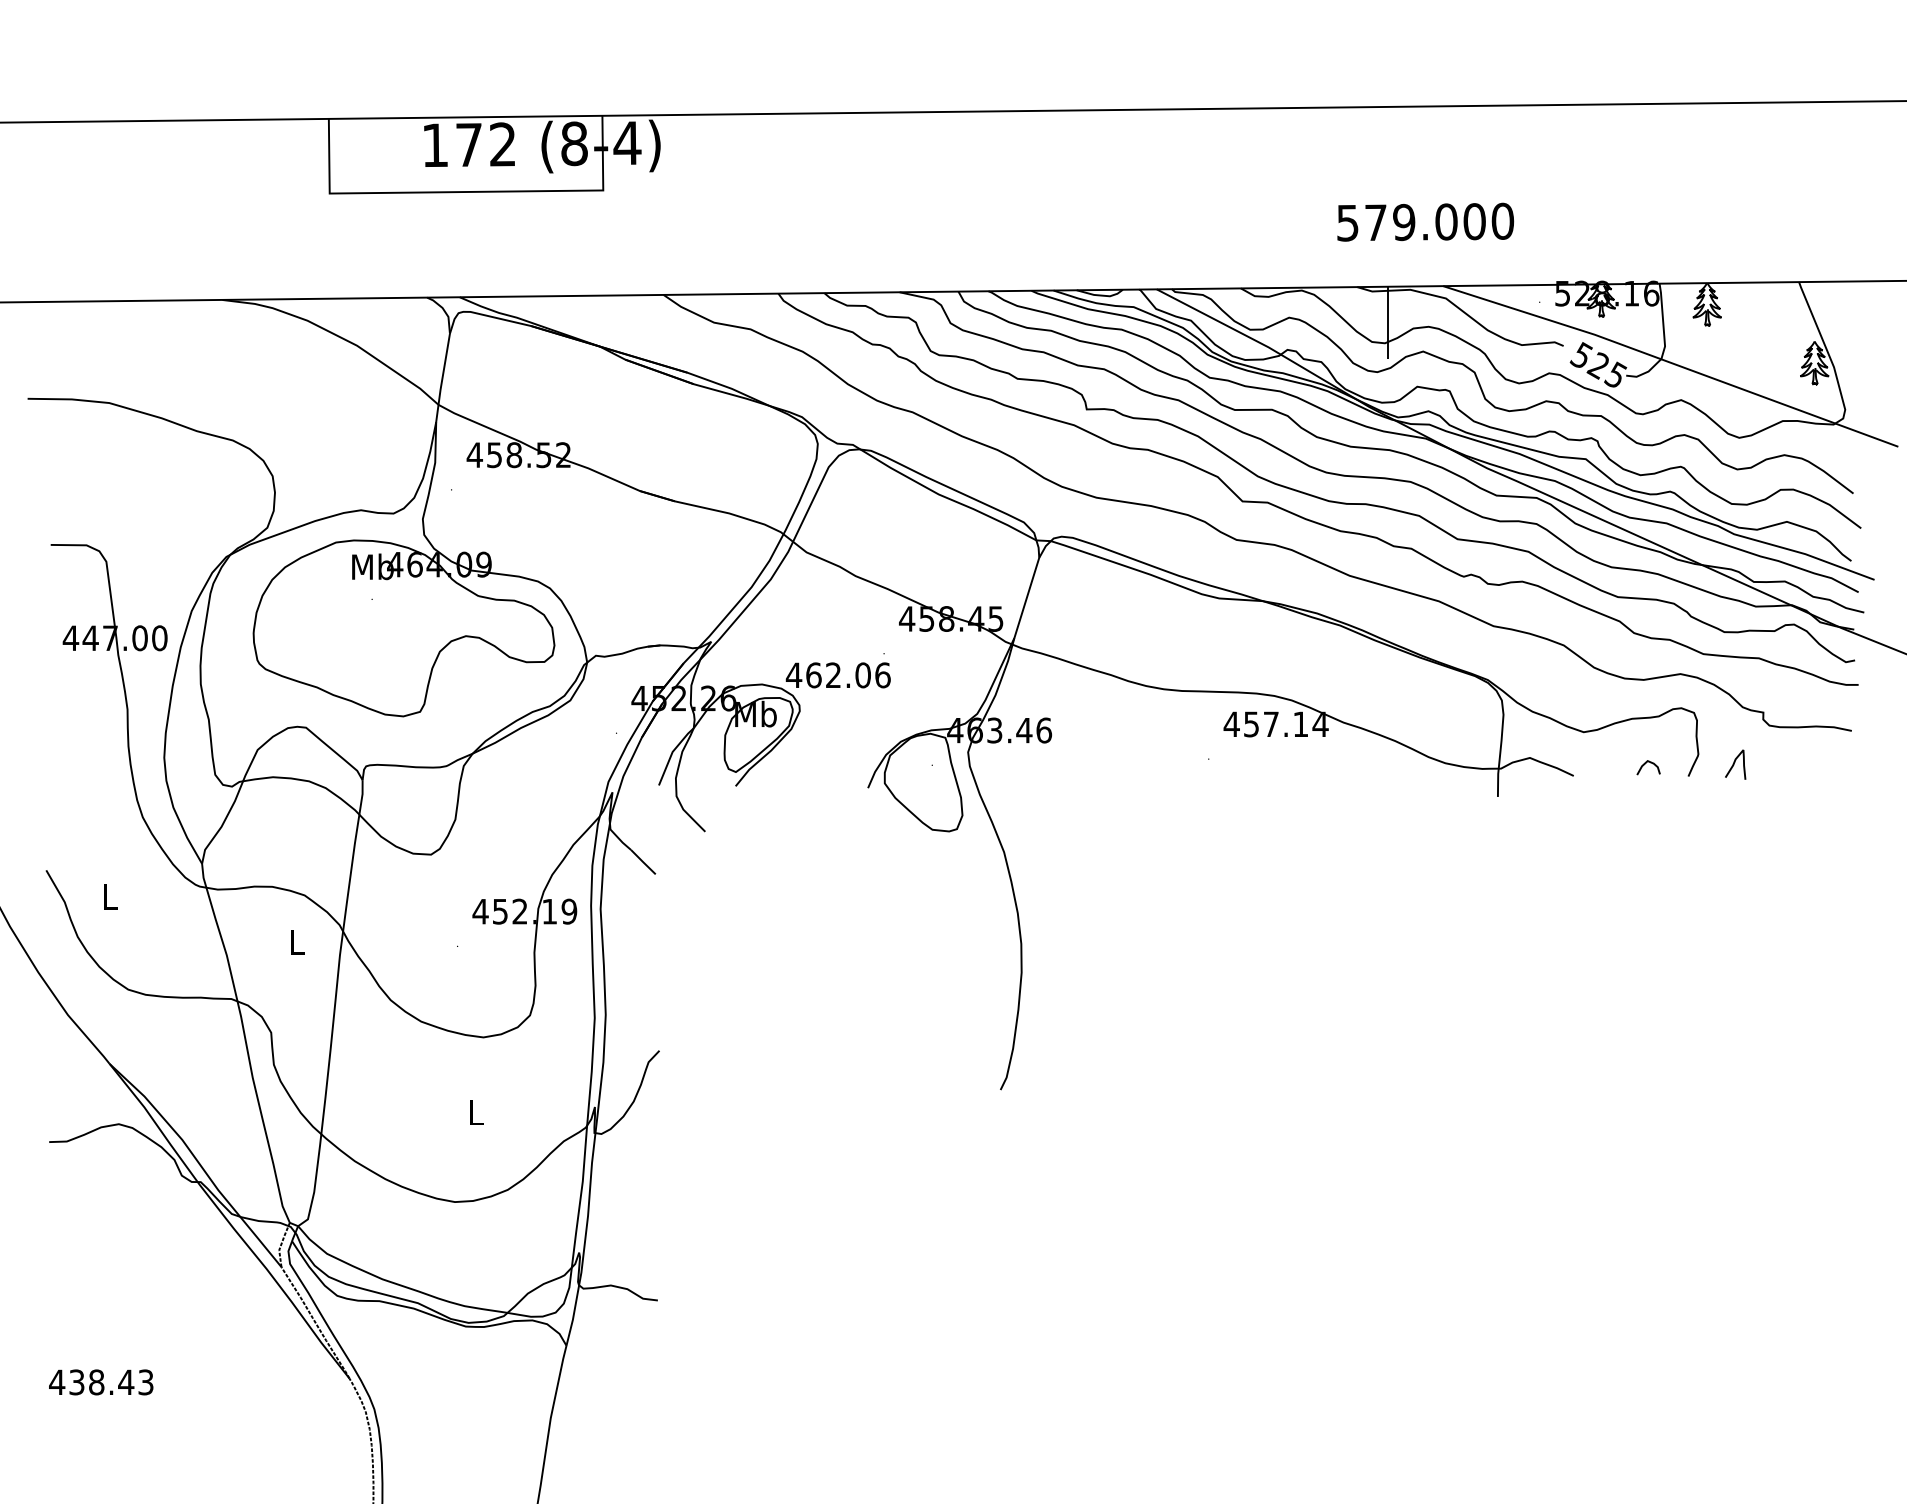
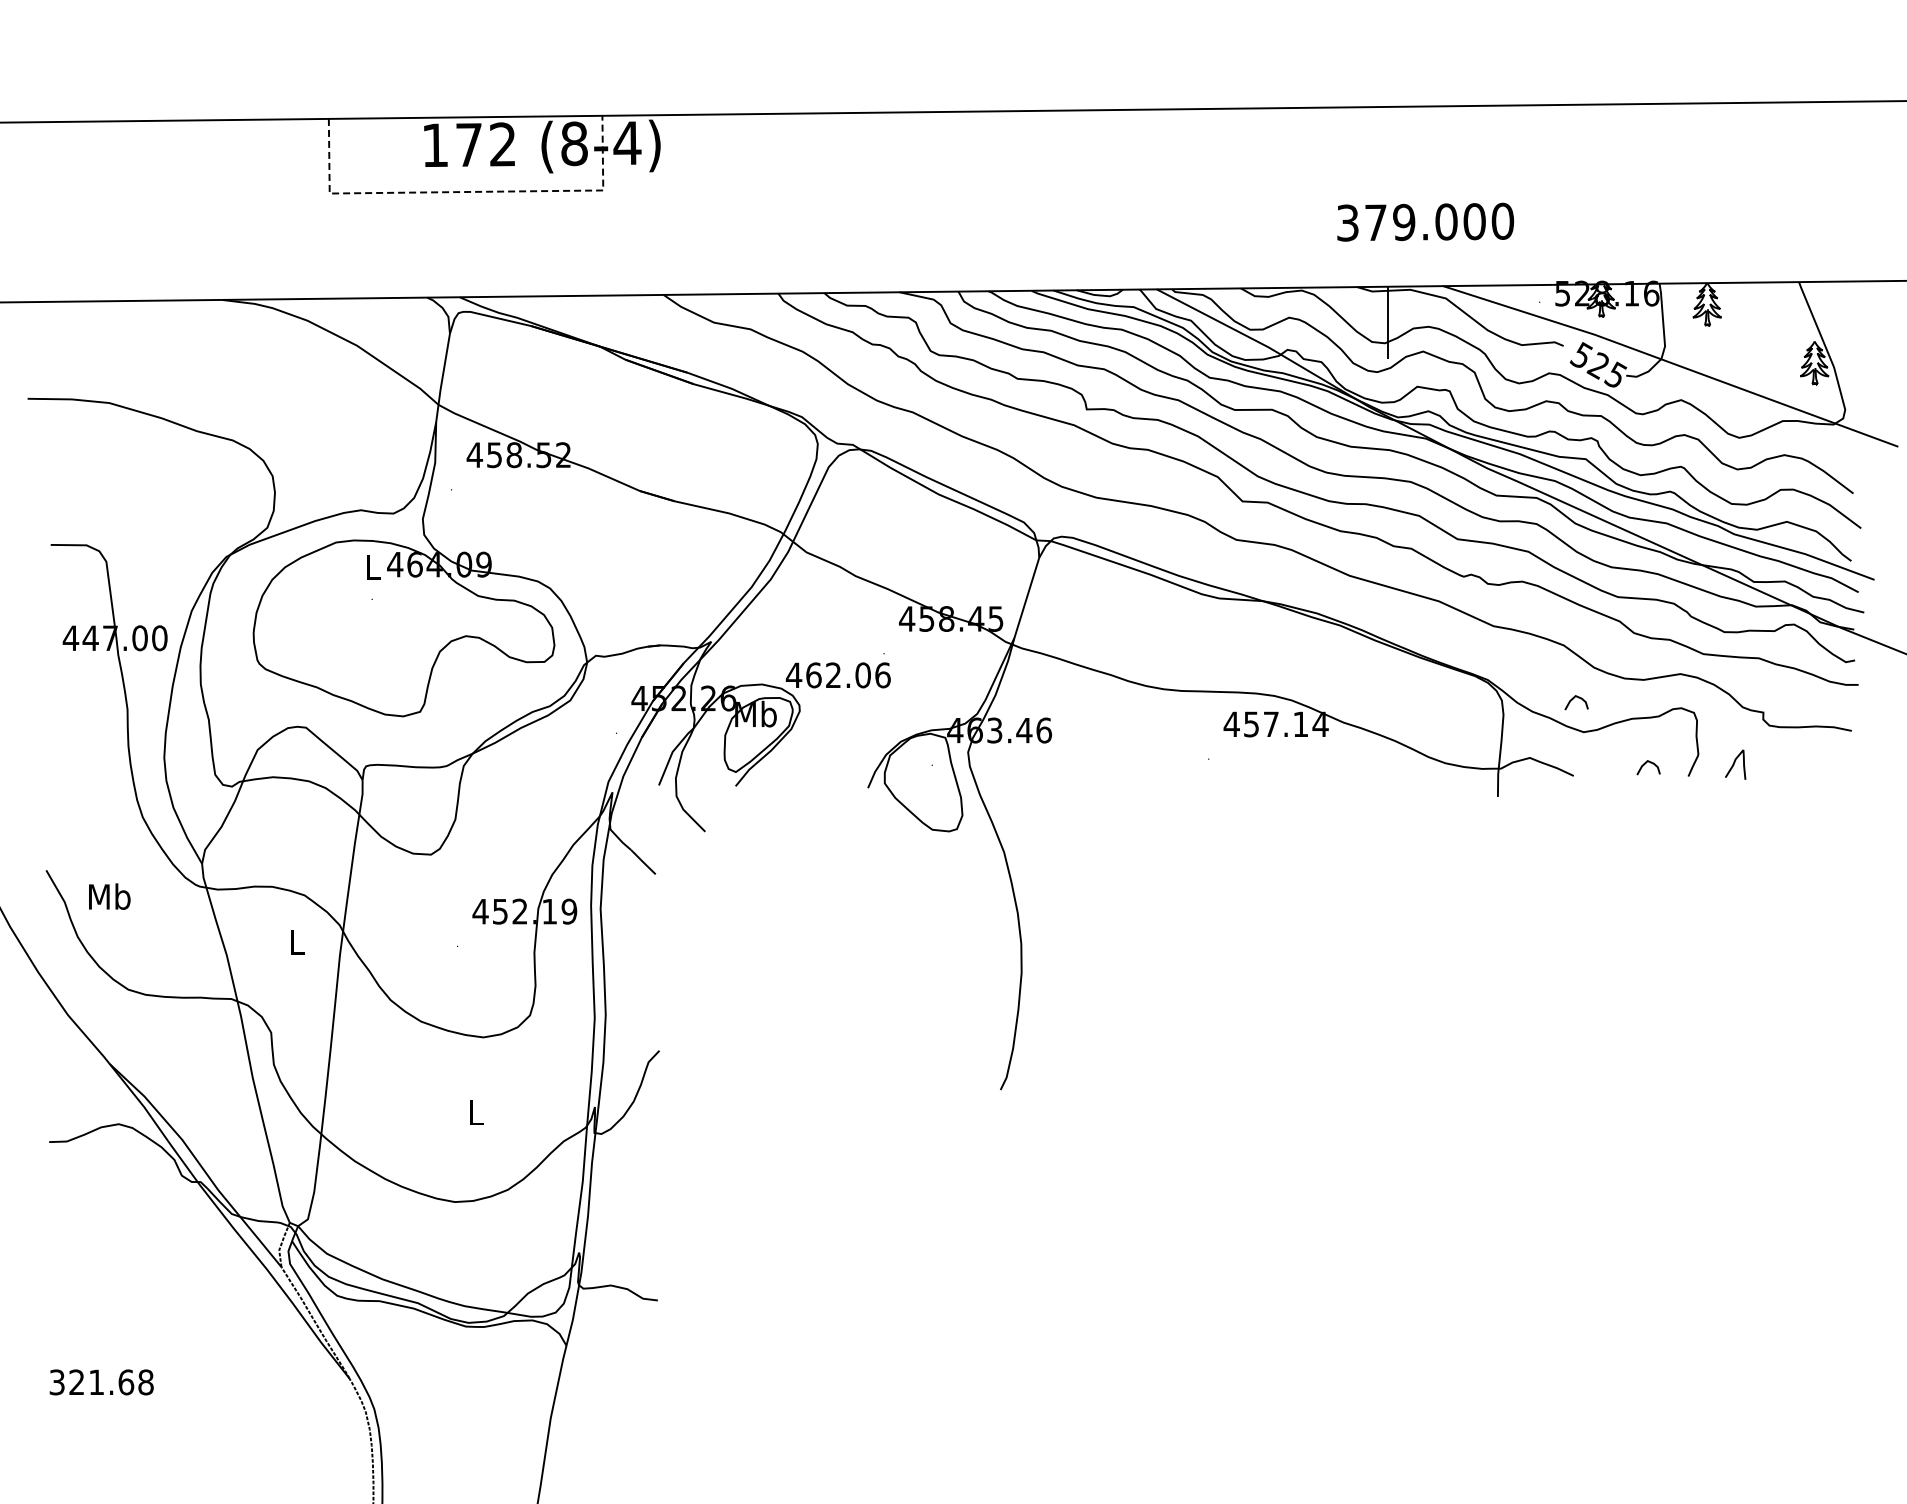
line at (466, 192): solid -> dashed
text at (1347, 222): 579.000 -> 379.000
text at (372, 566): Mb -> L
curve at (1573, 699): none -> present
text at (109, 896): L -> Mb
text at (101, 1382): 438.43 -> 321.68
